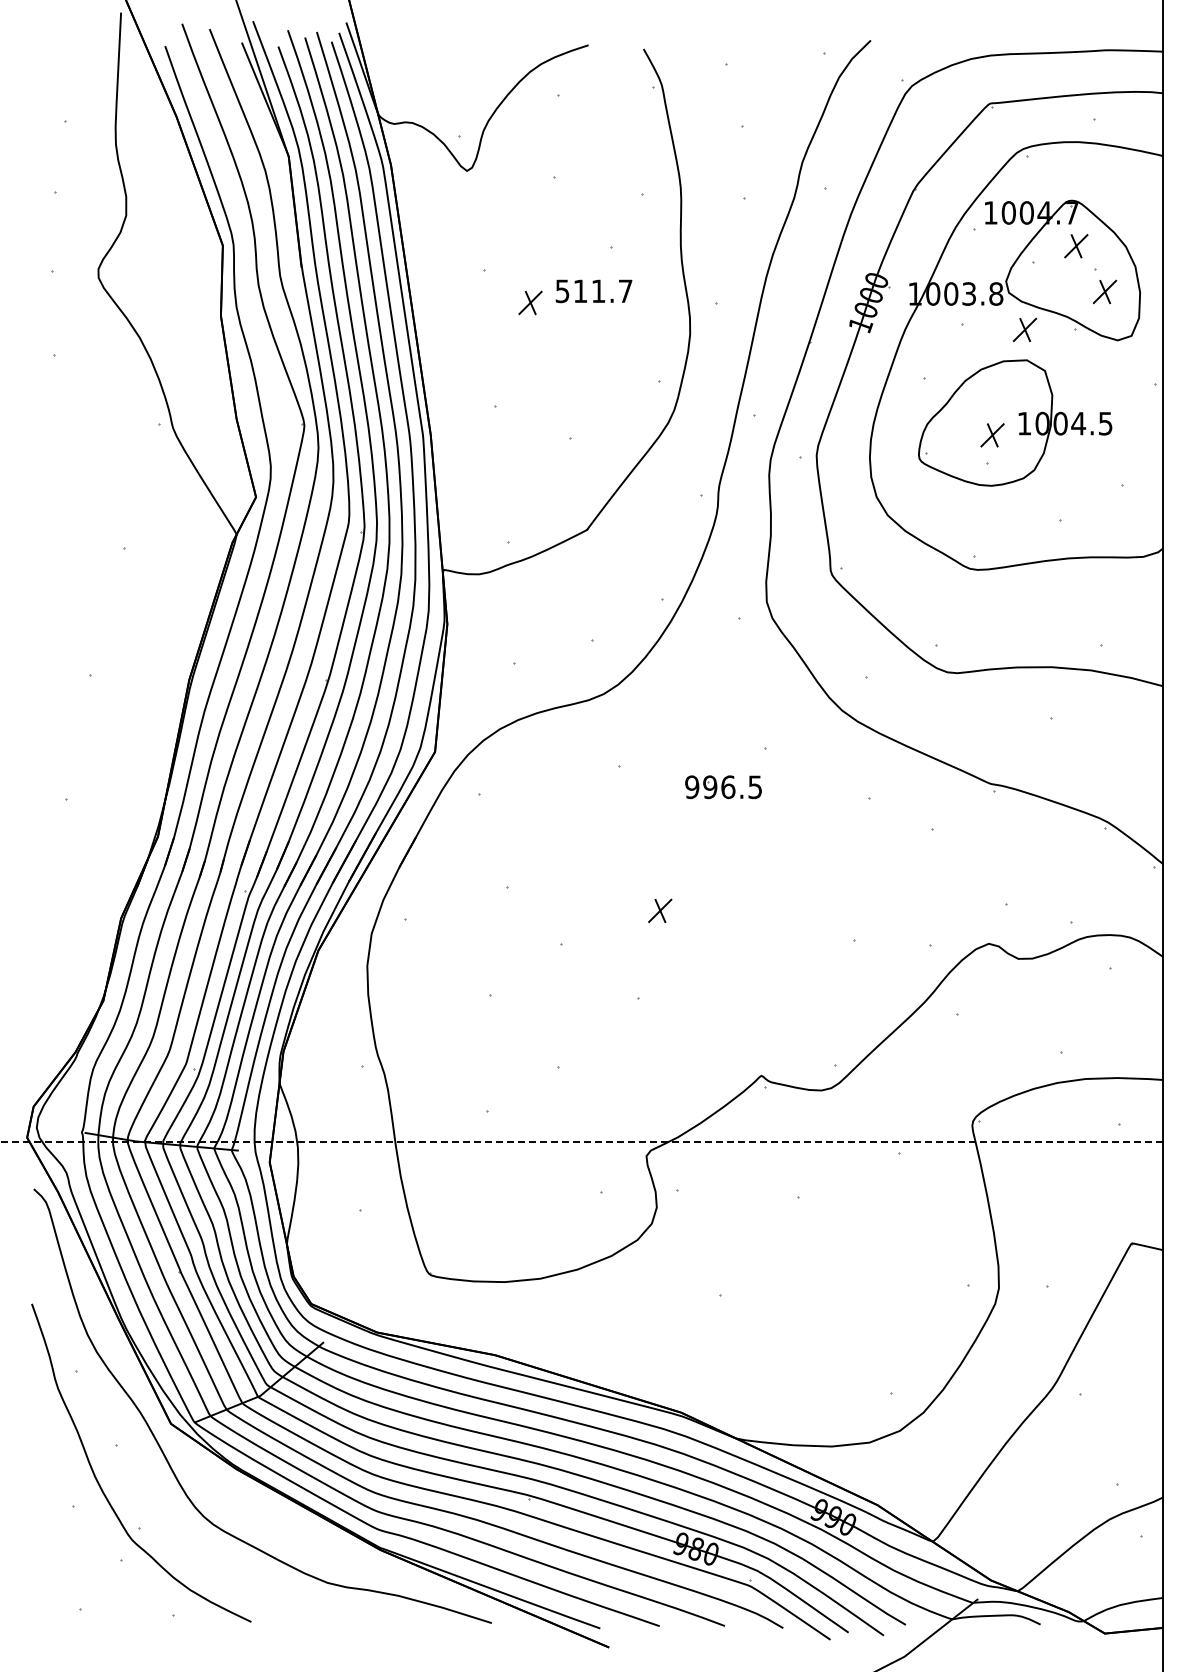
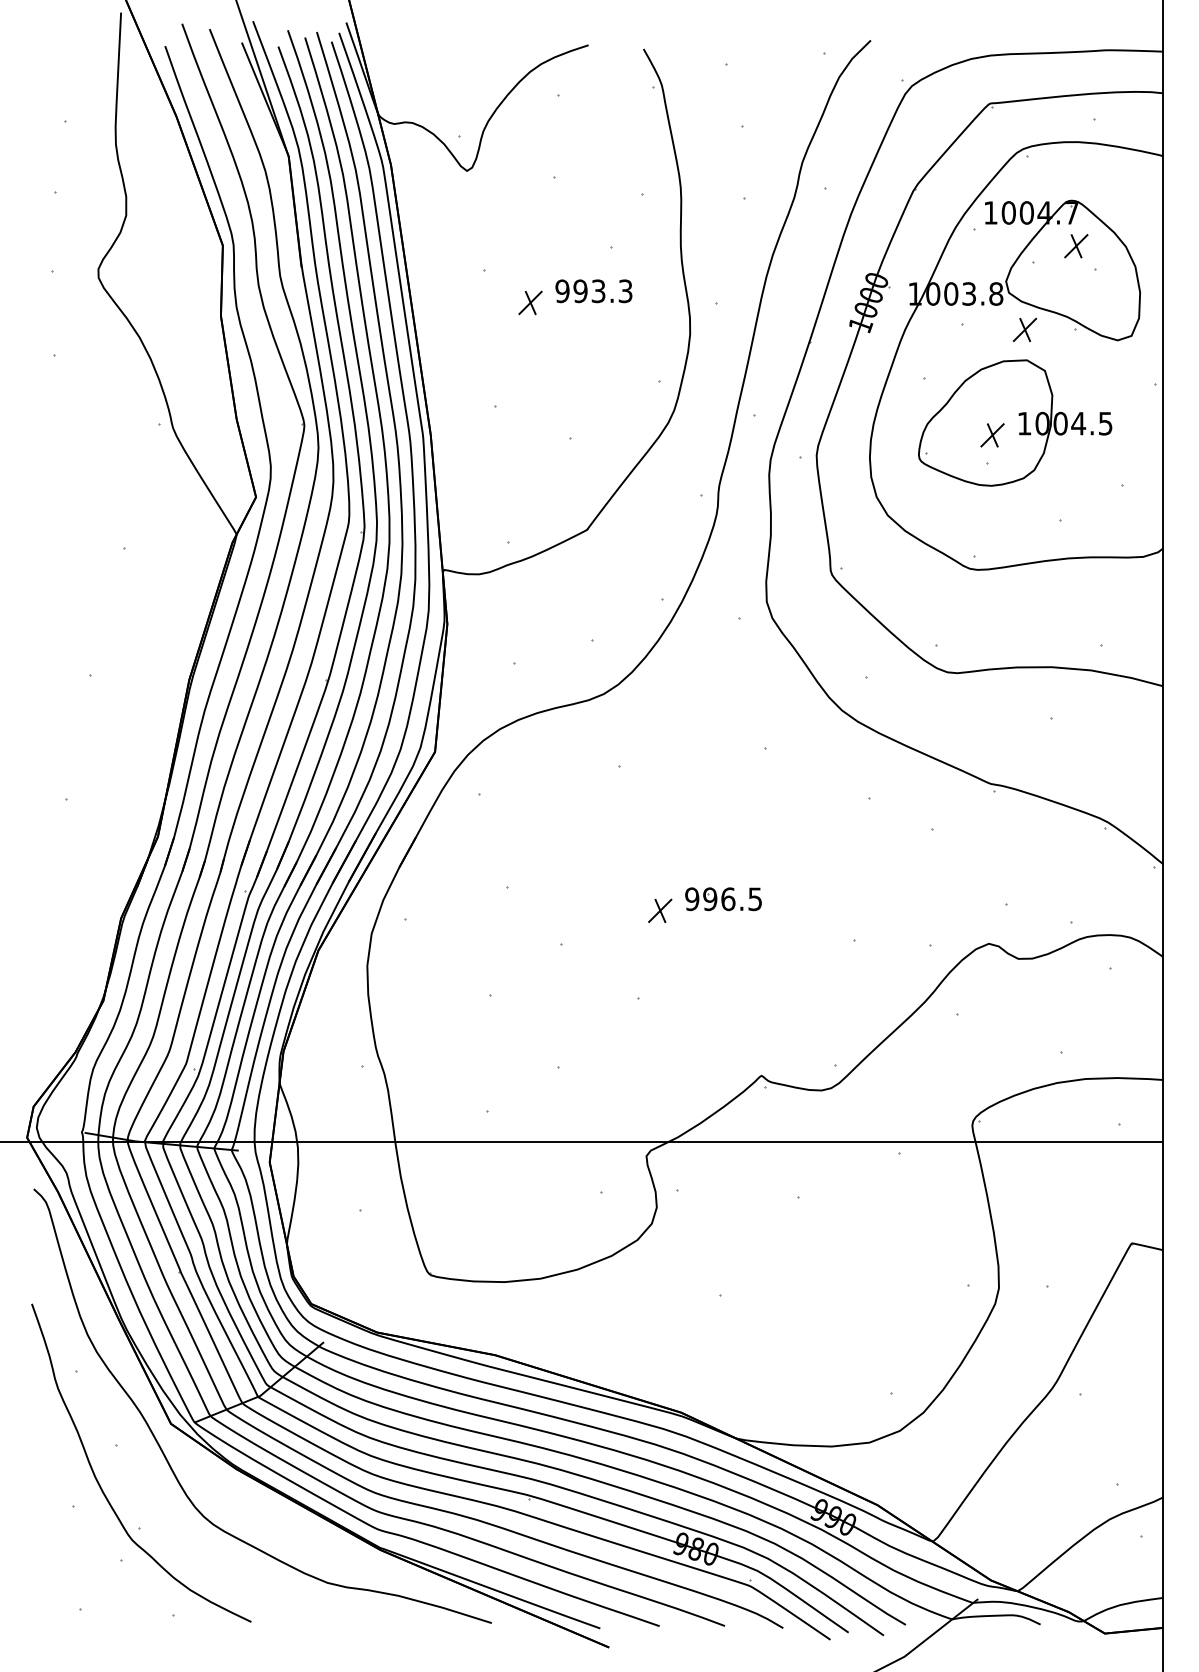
text at (593, 291): 511.7 -> 993.3
part at (1105, 291): present -> none
part at (723, 787) position: (723, 787) -> (723, 899)
line at (581, 1141): dashed -> solid
